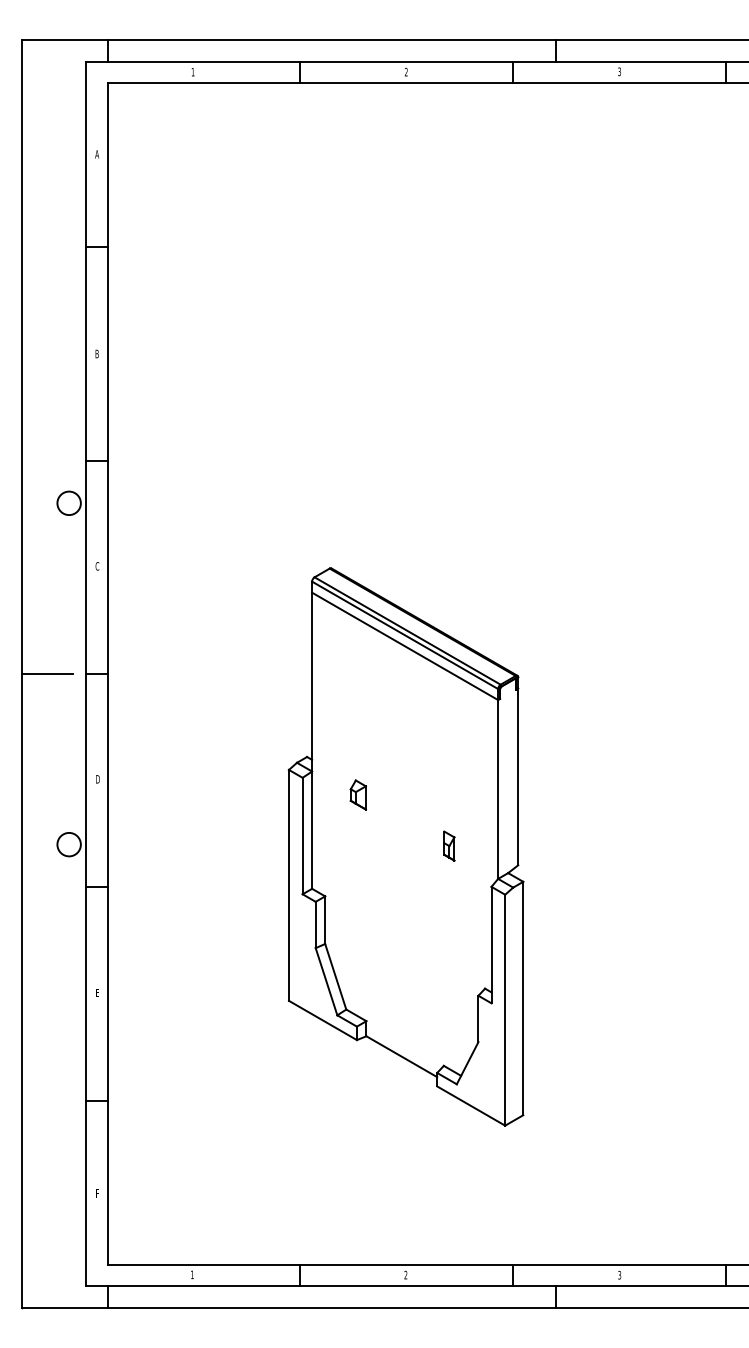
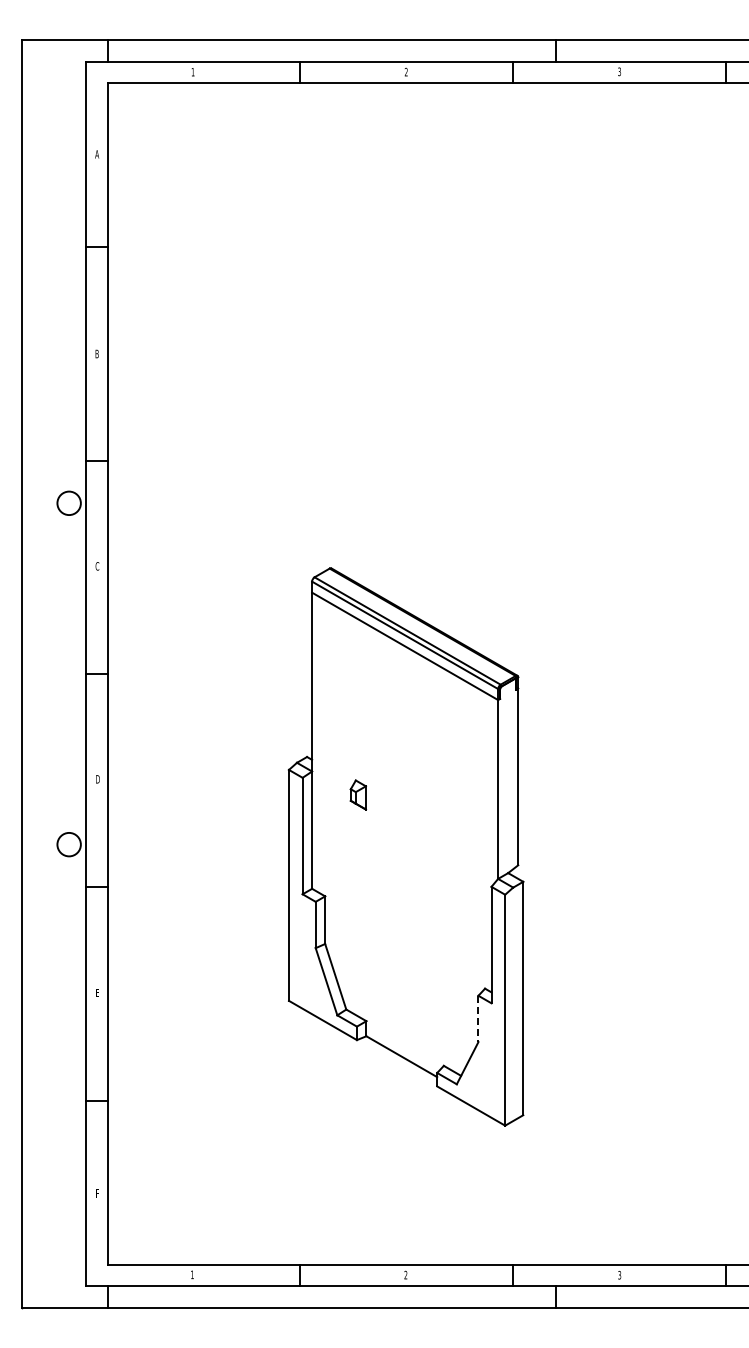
line at (47, 674): present -> none
part at (449, 845): present -> none
line at (478, 1019): solid -> dashed
